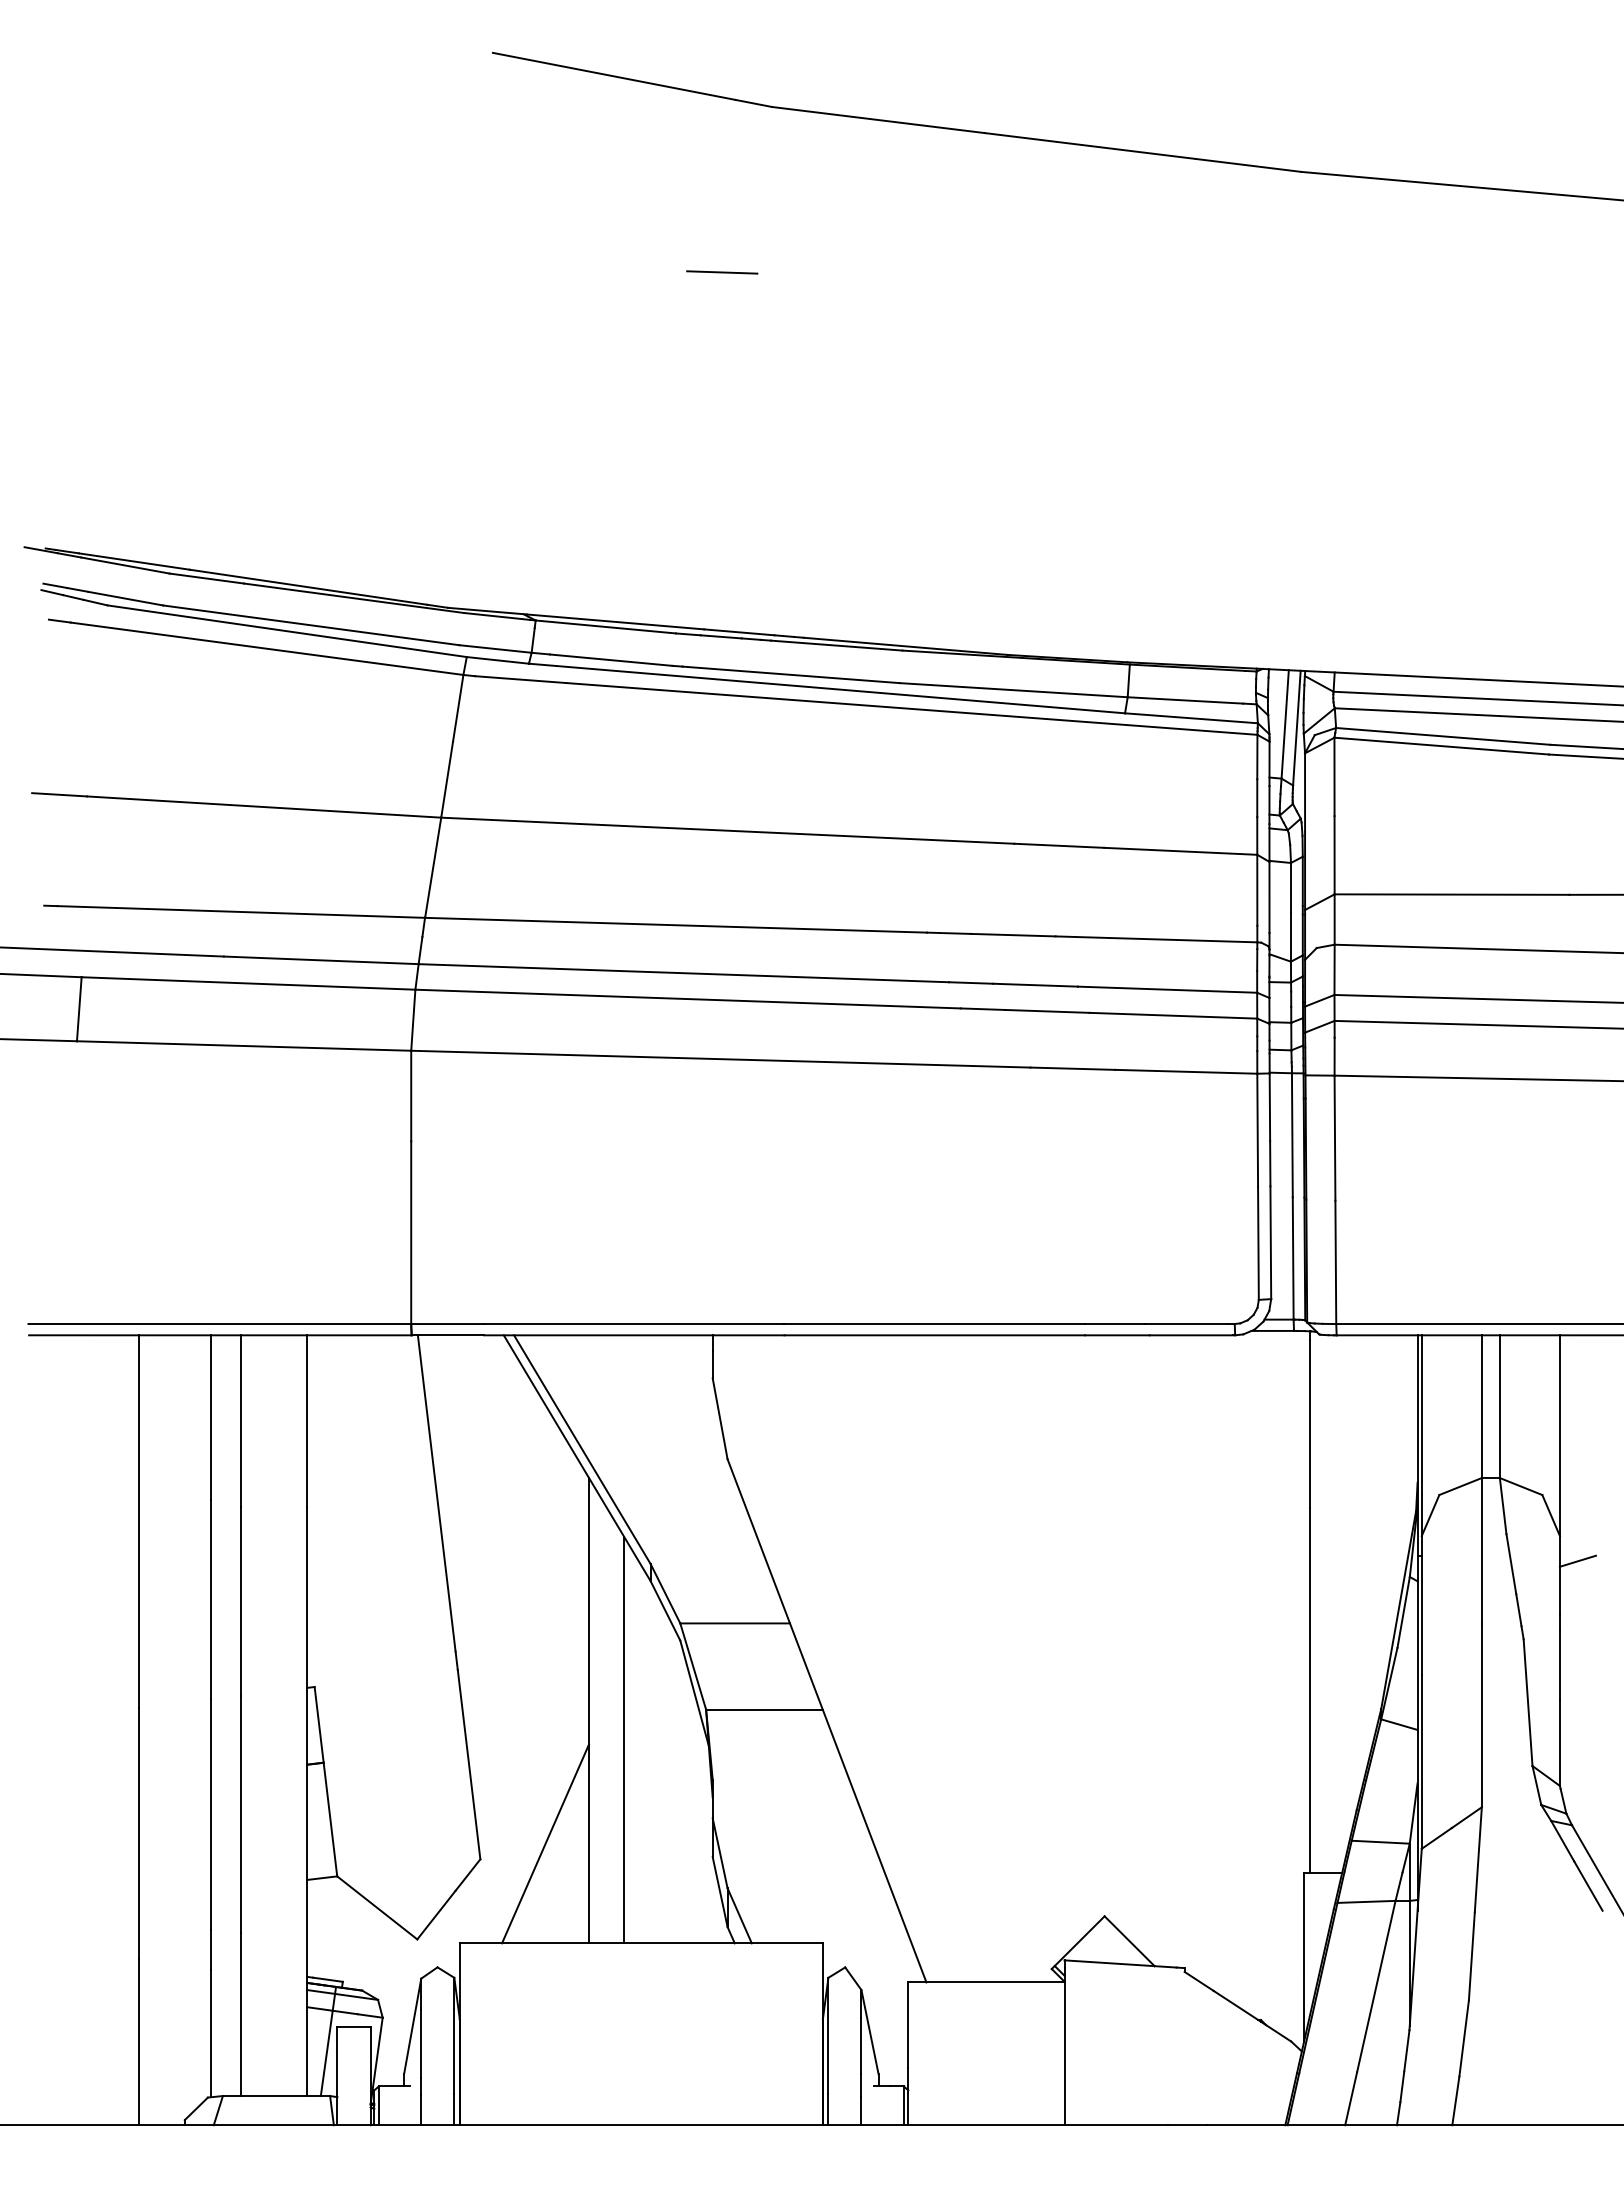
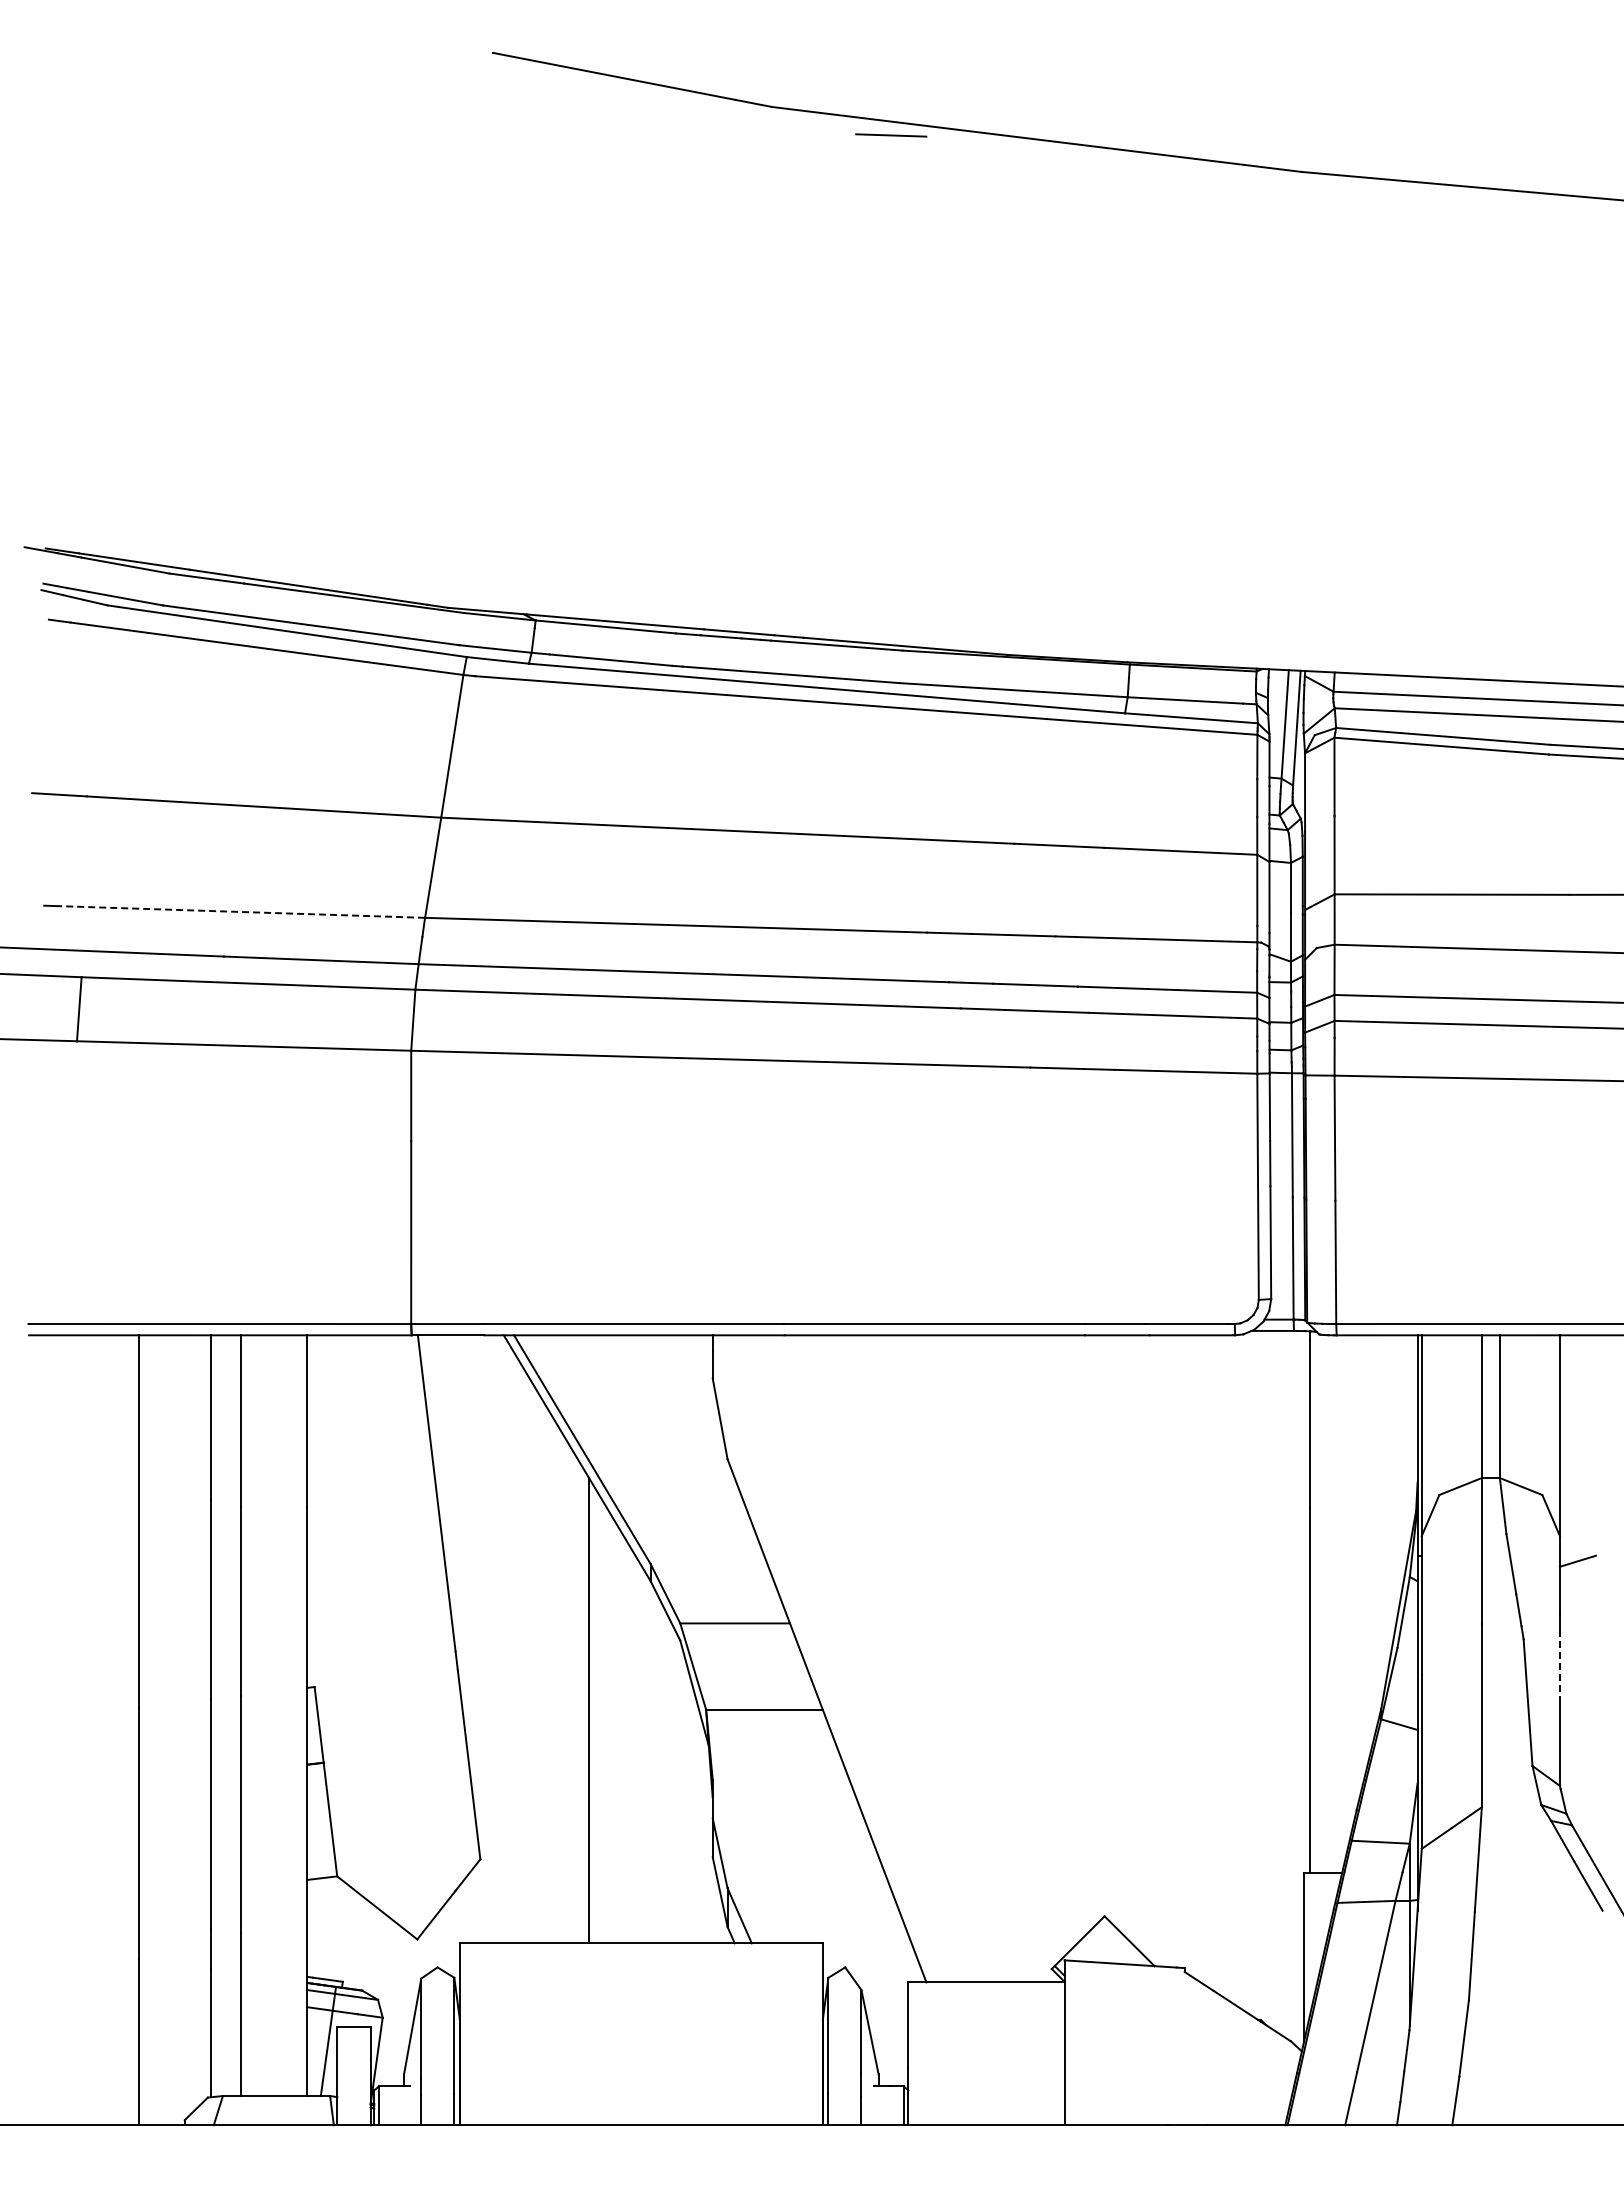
line at (722, 272) position: (722, 272) -> (891, 135)
line at (241, 911): solid -> dashed
line at (1559, 1665): solid -> dashed
line at (624, 1739): present -> none
line at (545, 1843): present -> none
